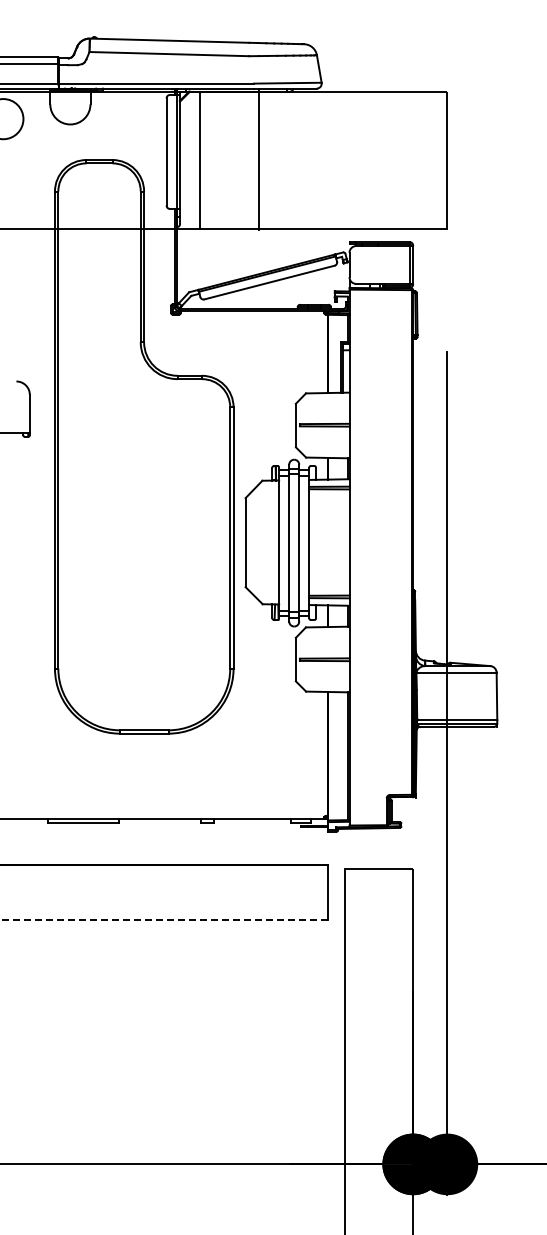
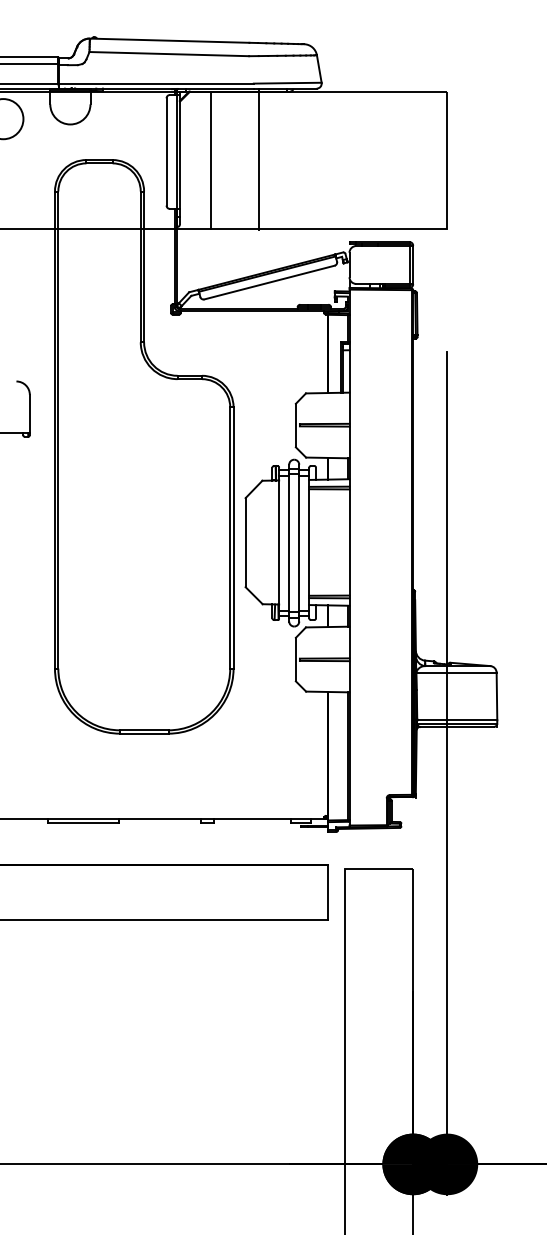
line at (200, 159) position: (200, 159) -> (211, 159)
line at (163, 919): dashed -> solid
